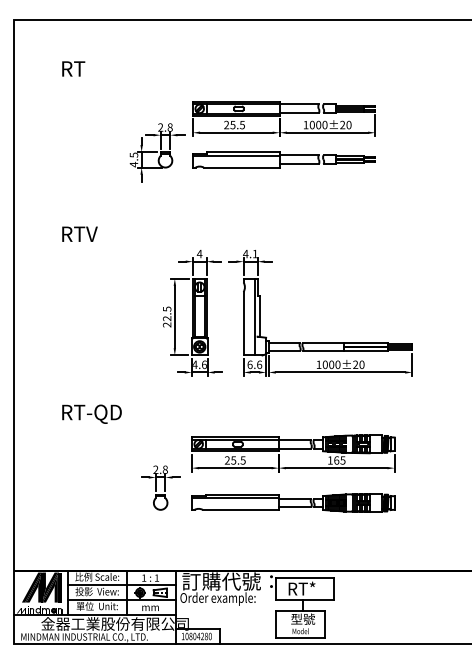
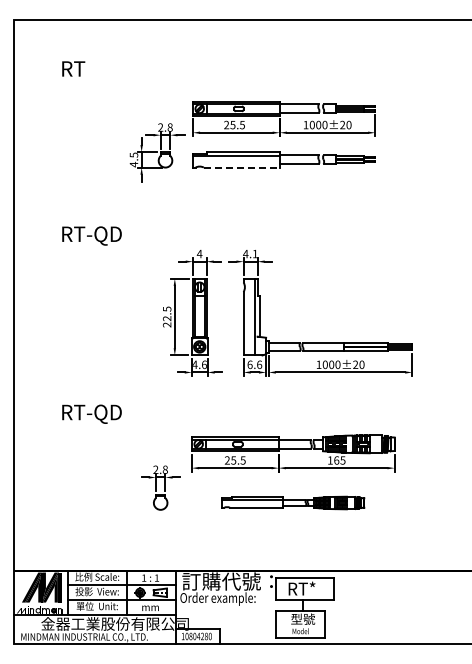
line at (242, 167): solid -> dashed
text at (103, 235): RTV -> RT-QD
part at (293, 502) size: 205x20 px -> 145x16 px
